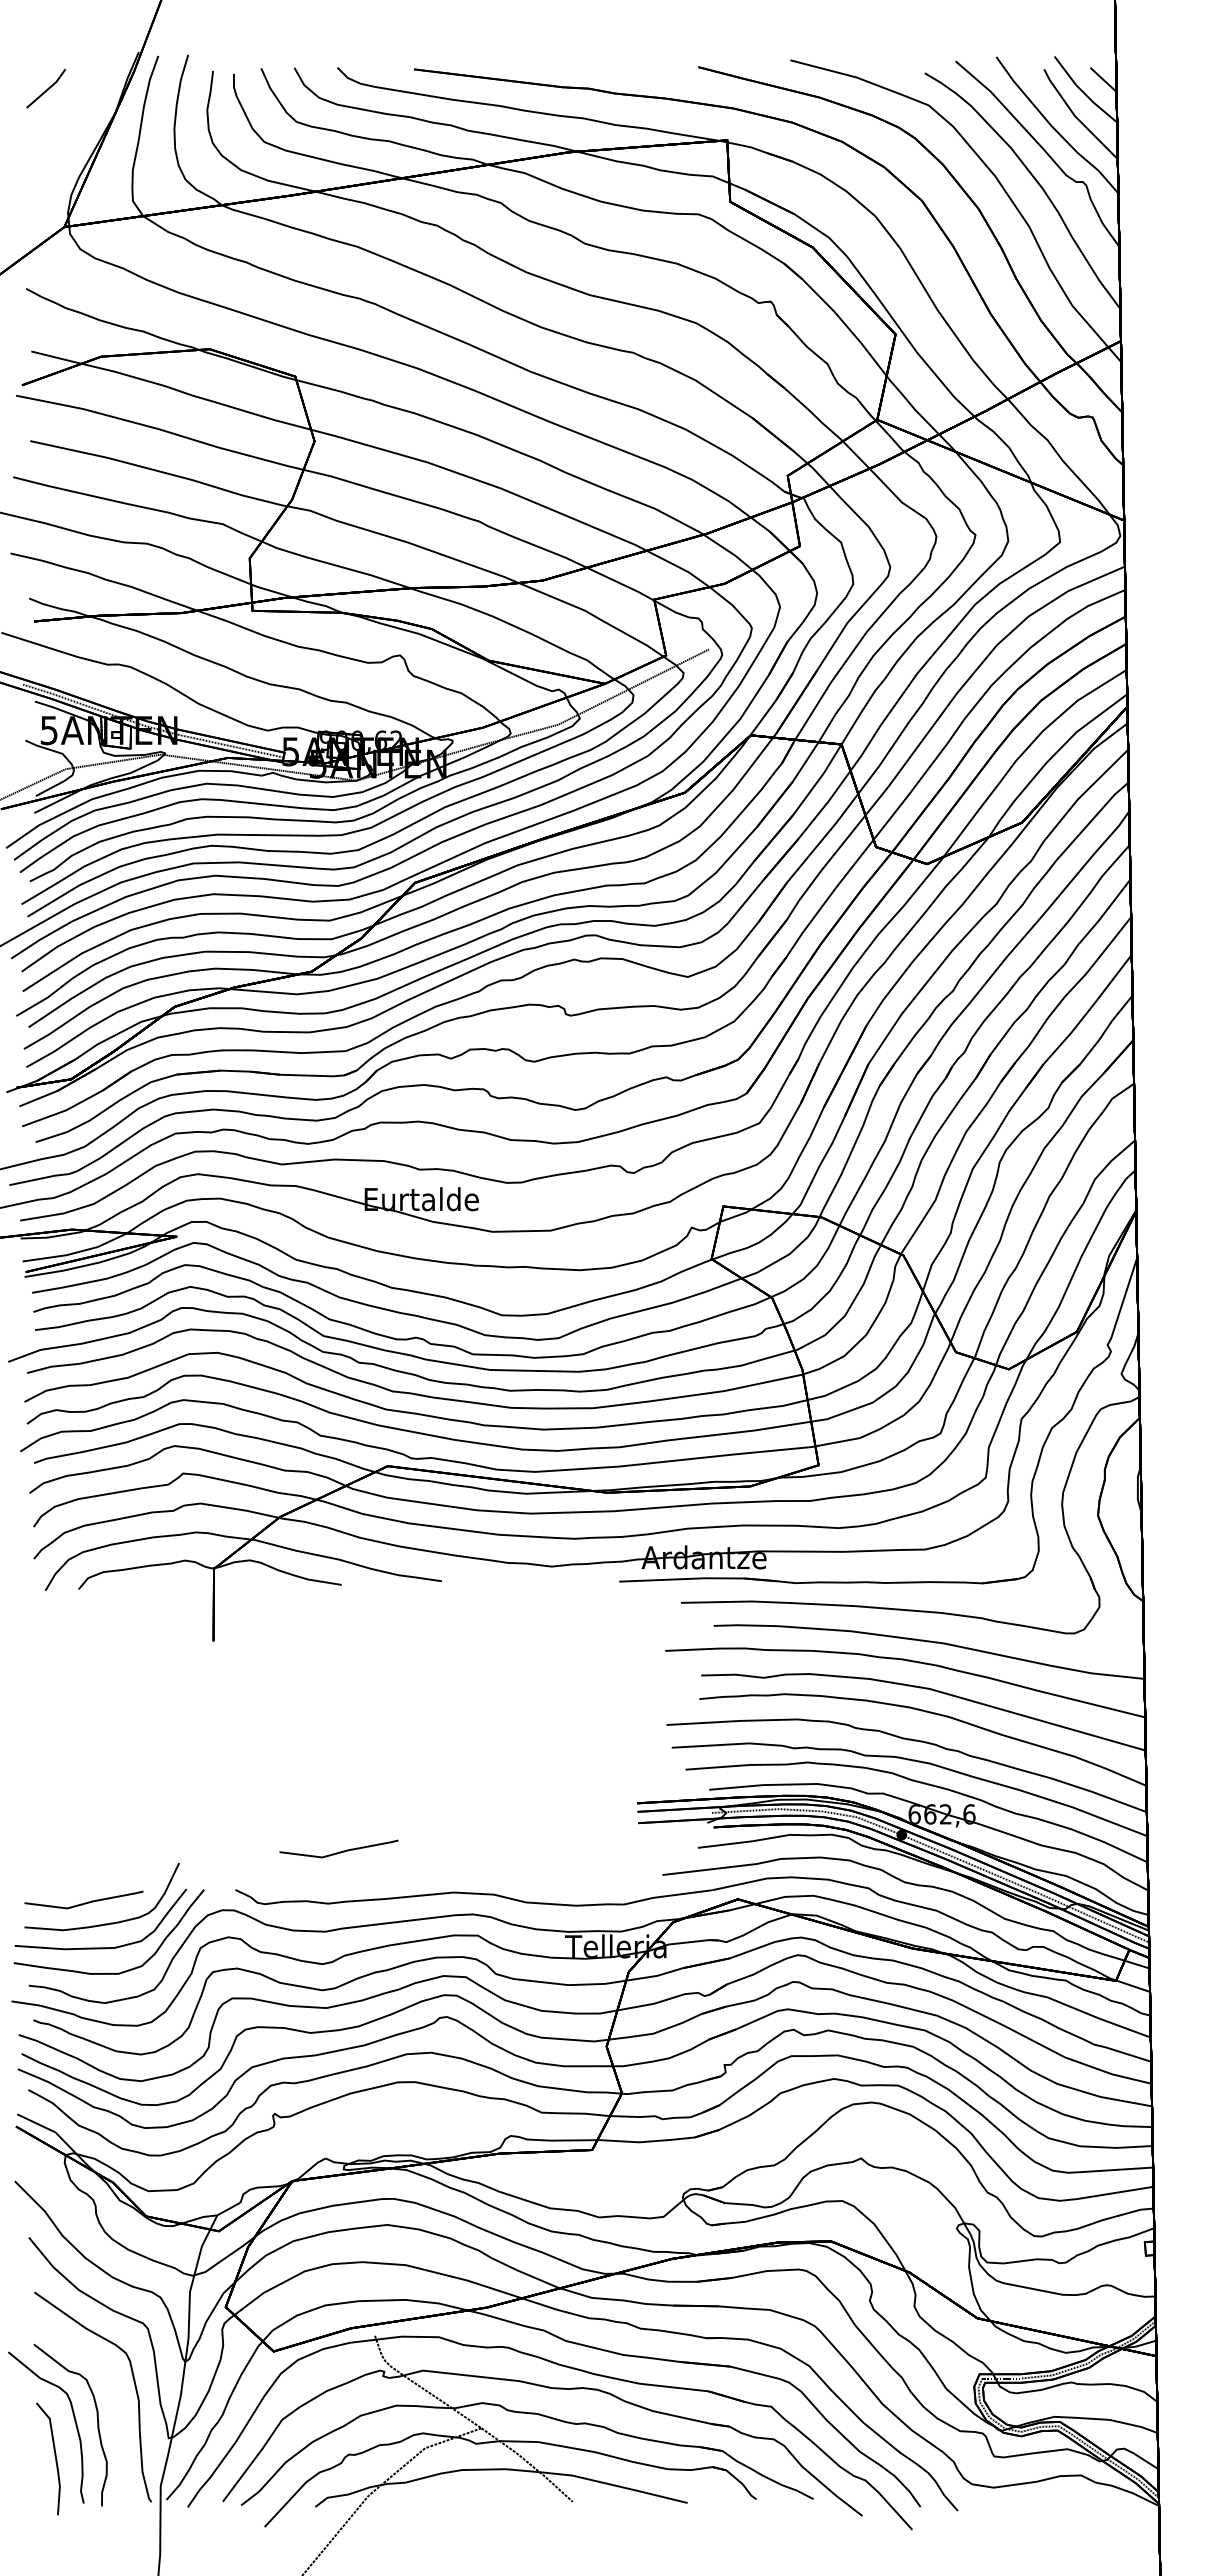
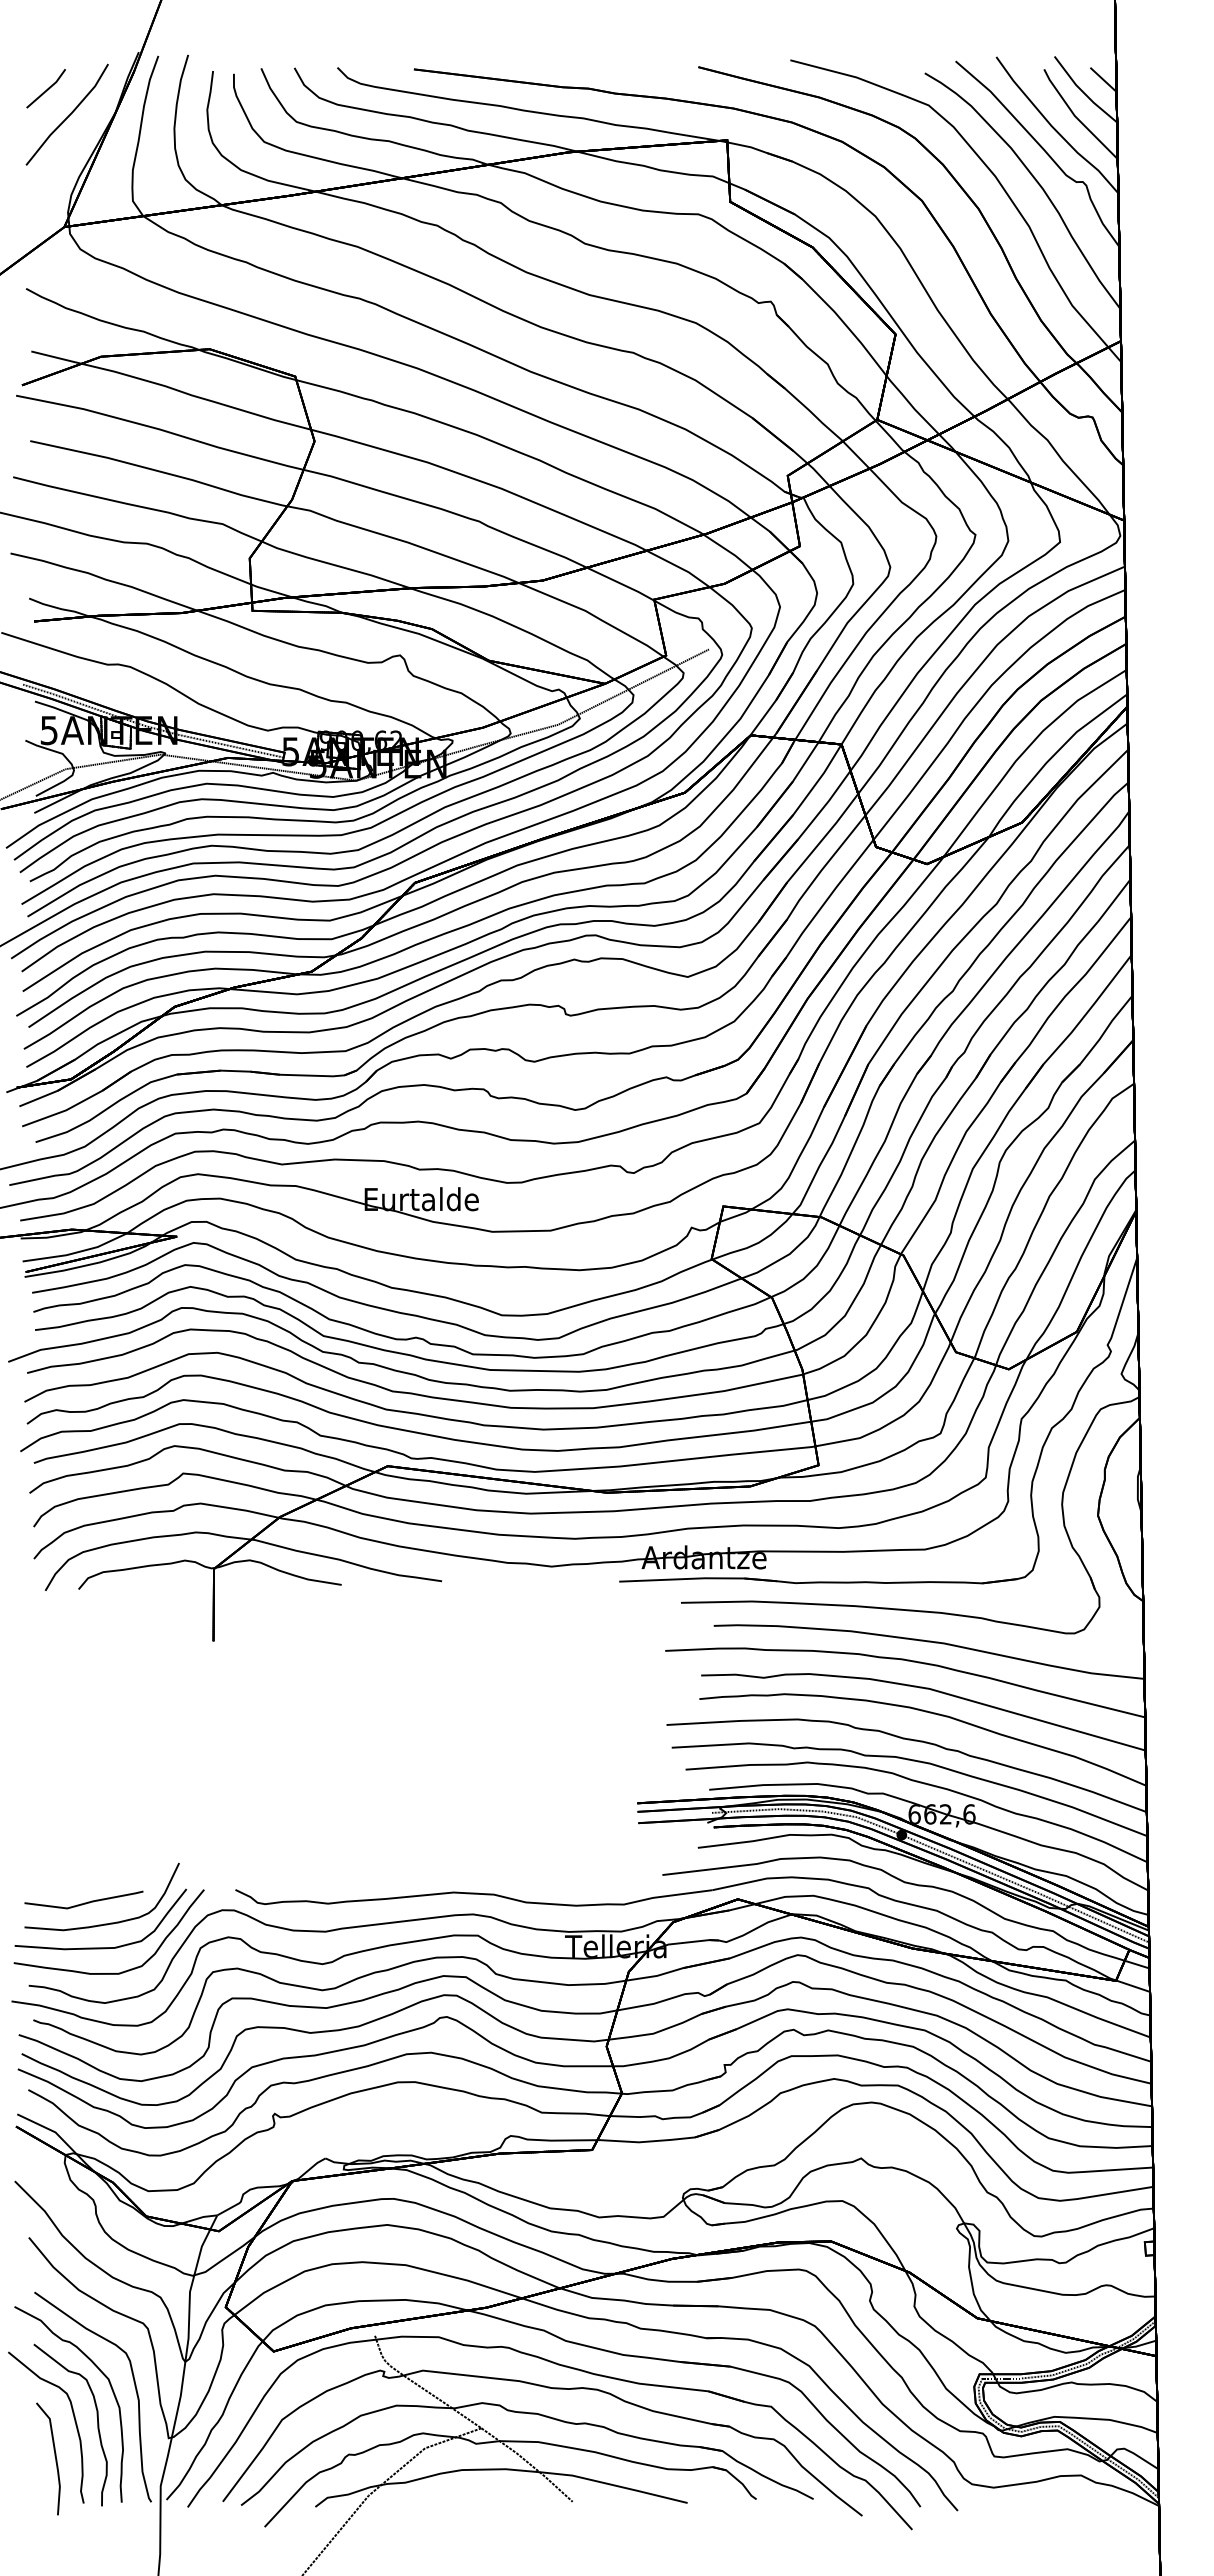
line at (68, 115): none -> present
line at (339, 1851): present -> none
curve at (111, 2390): none -> present
